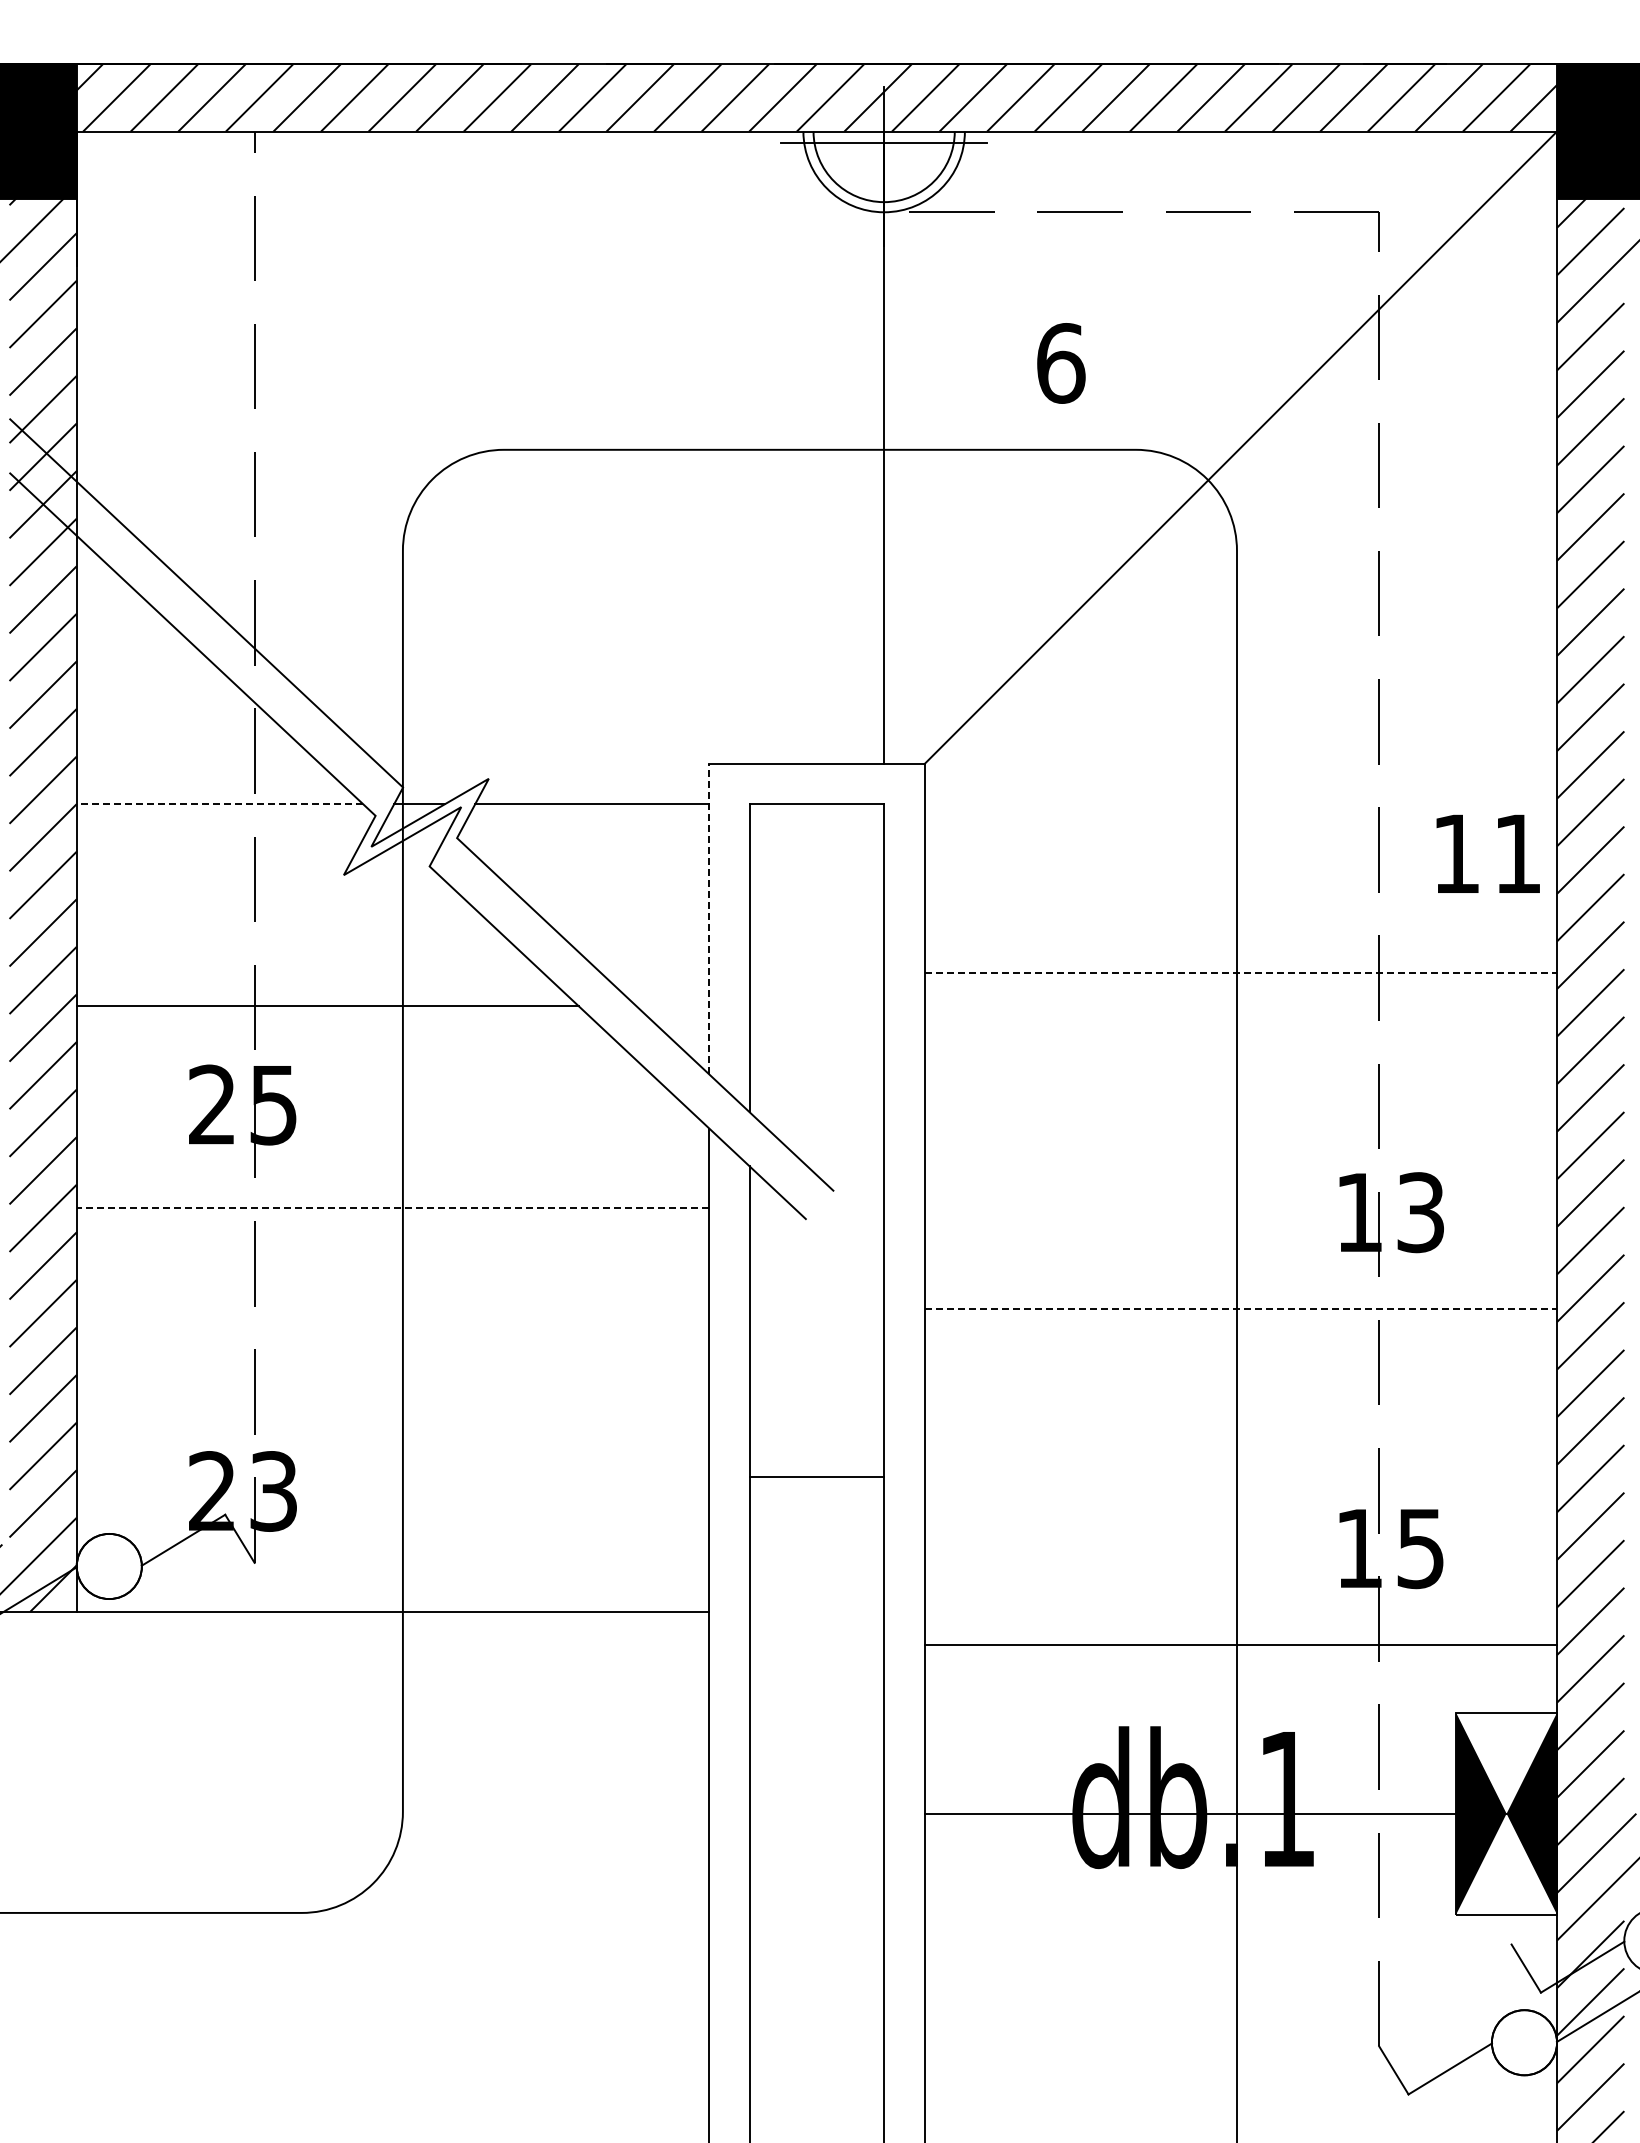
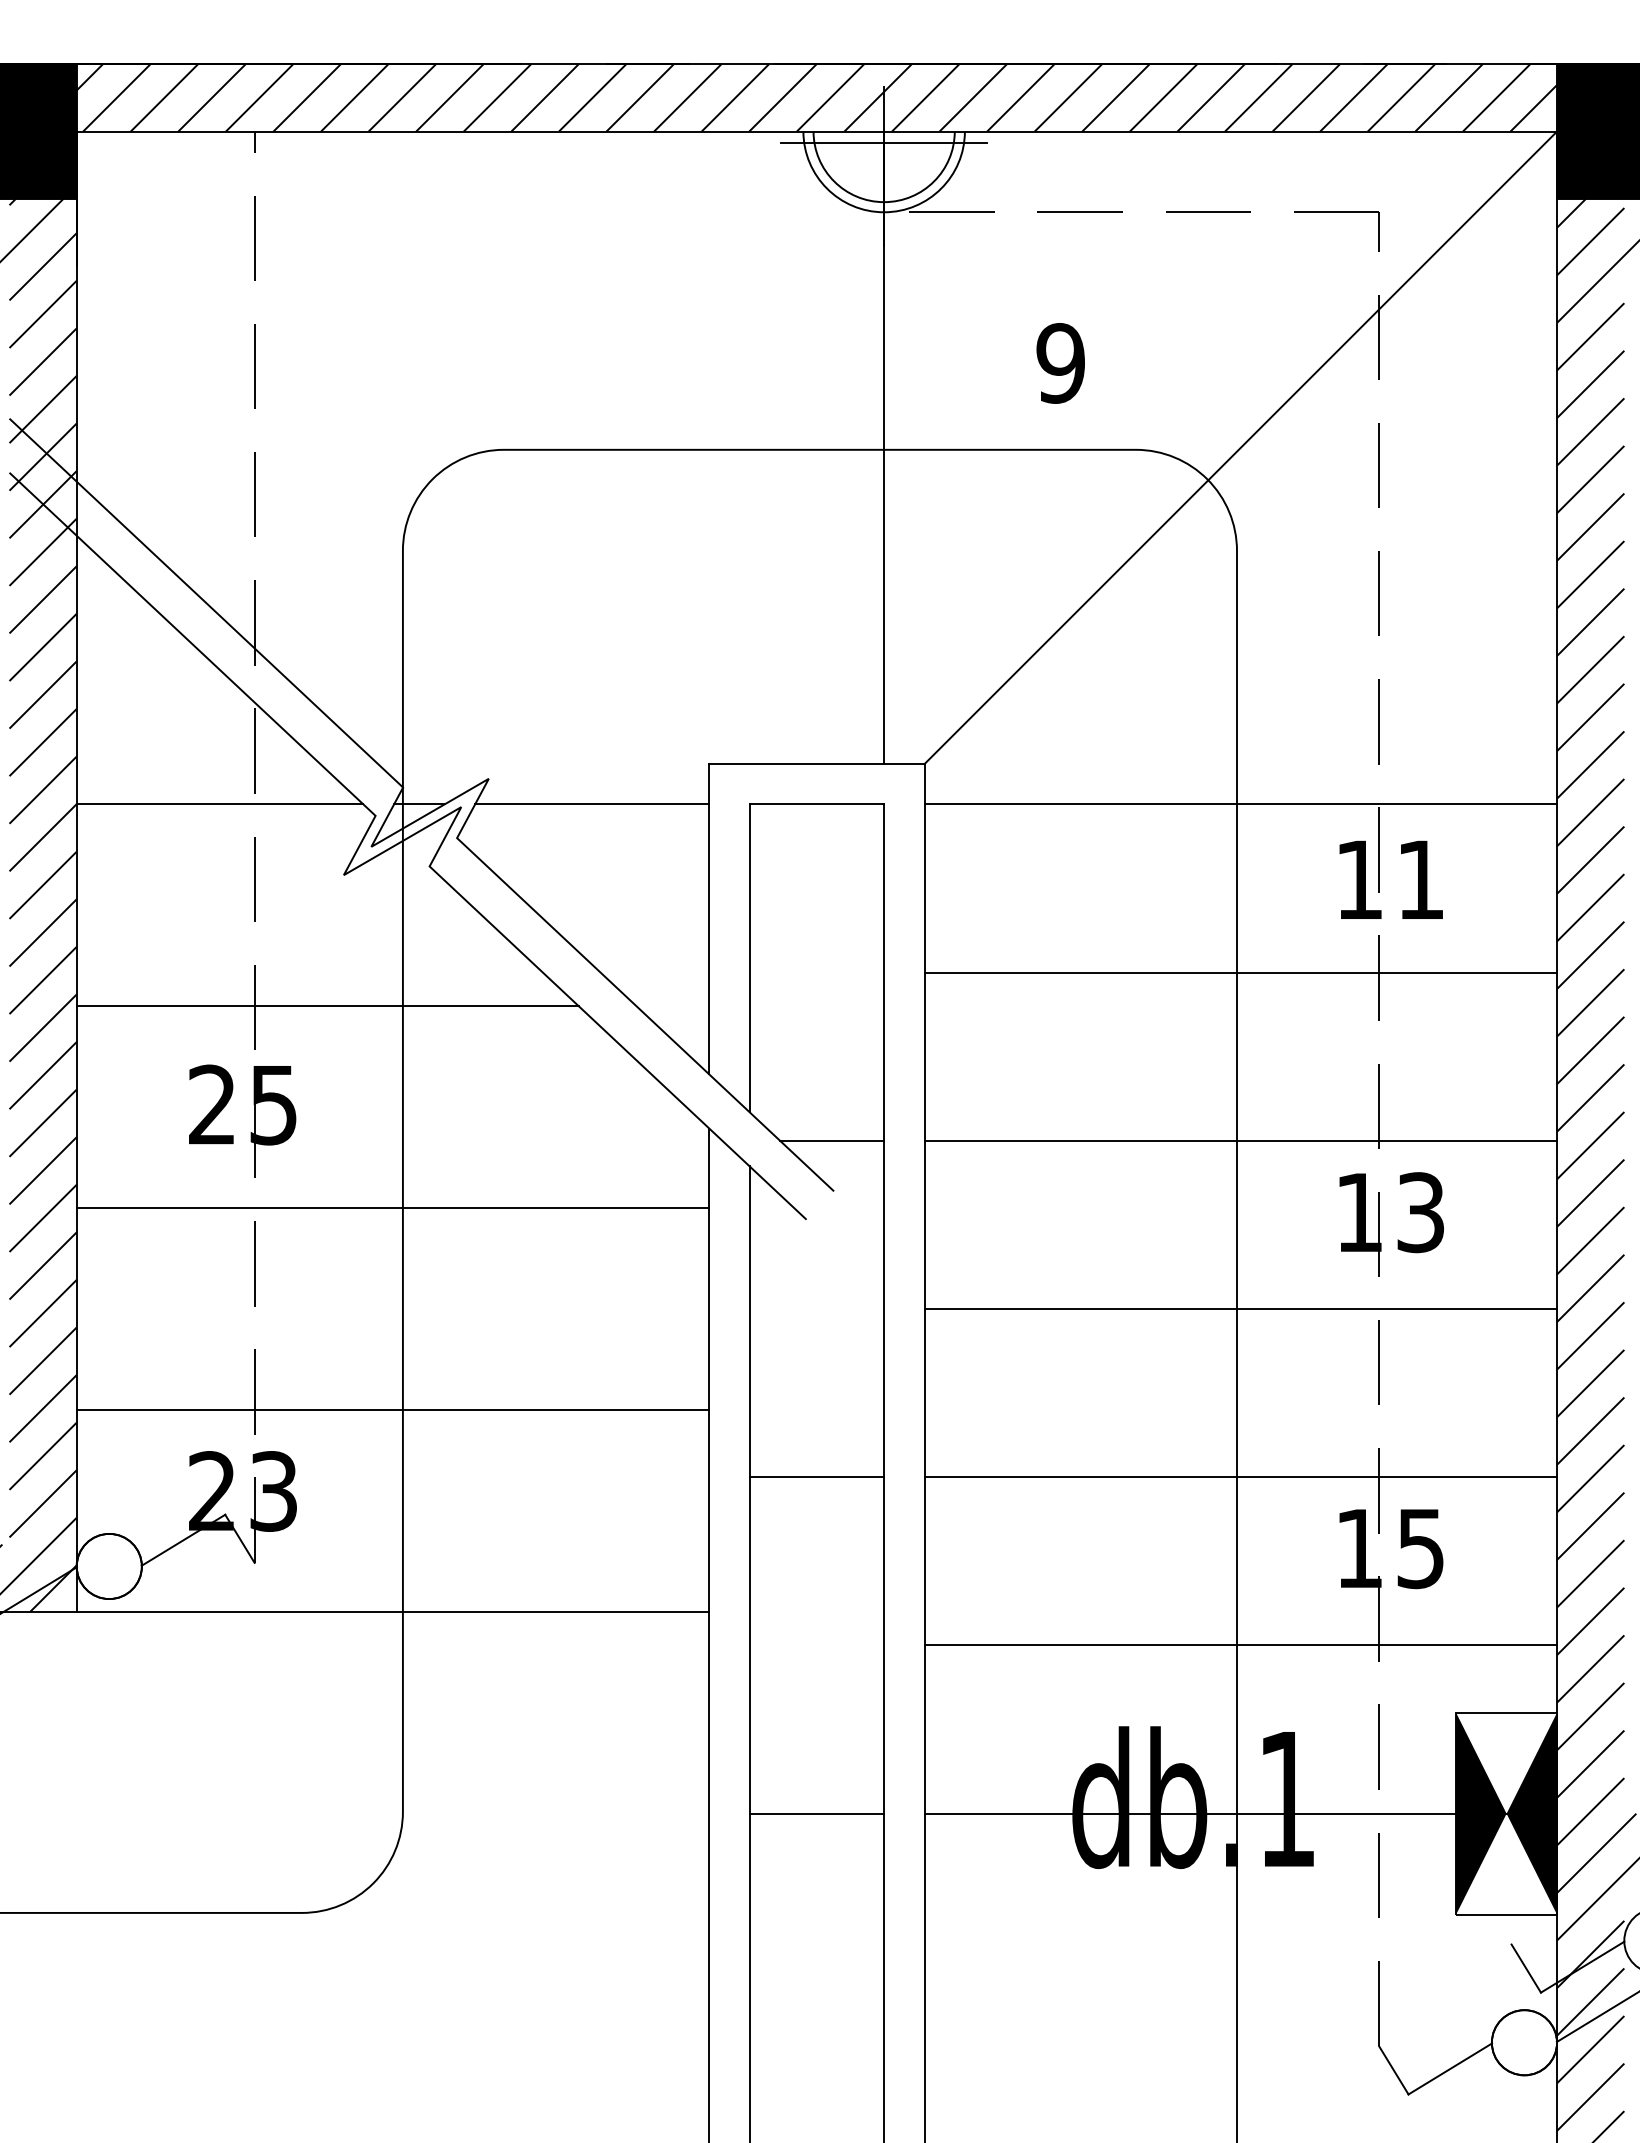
text at (1060, 363): 6 -> 9
line at (219, 804): dashed -> solid
line at (1240, 804): none -> present
text at (1487, 853) position: (1487, 853) -> (1390, 879)
line at (709, 918): dashed -> solid
line at (1241, 972): dashed -> solid
line at (832, 1140): none -> present
line at (1240, 1140): none -> present
line at (392, 1208): dashed -> solid
line at (1241, 1309): dashed -> solid
line at (392, 1409): none -> present
line at (1240, 1477): none -> present
line at (816, 1813): none -> present
